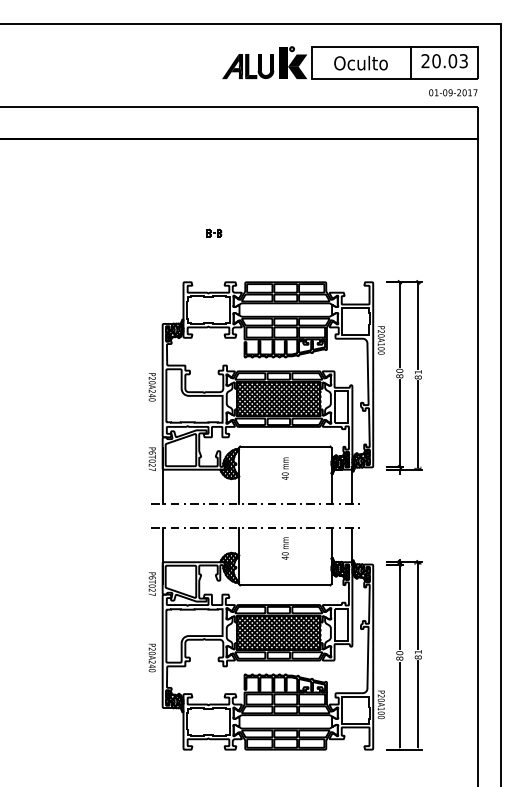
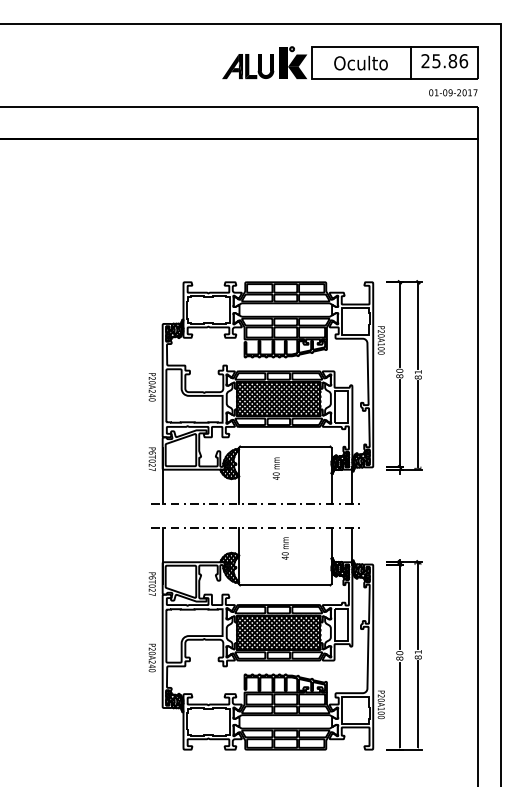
text at (450, 61): 20.03 -> 25.86
part at (214, 232): present -> none
text at (284, 468) position: (284, 468) -> (275, 468)
